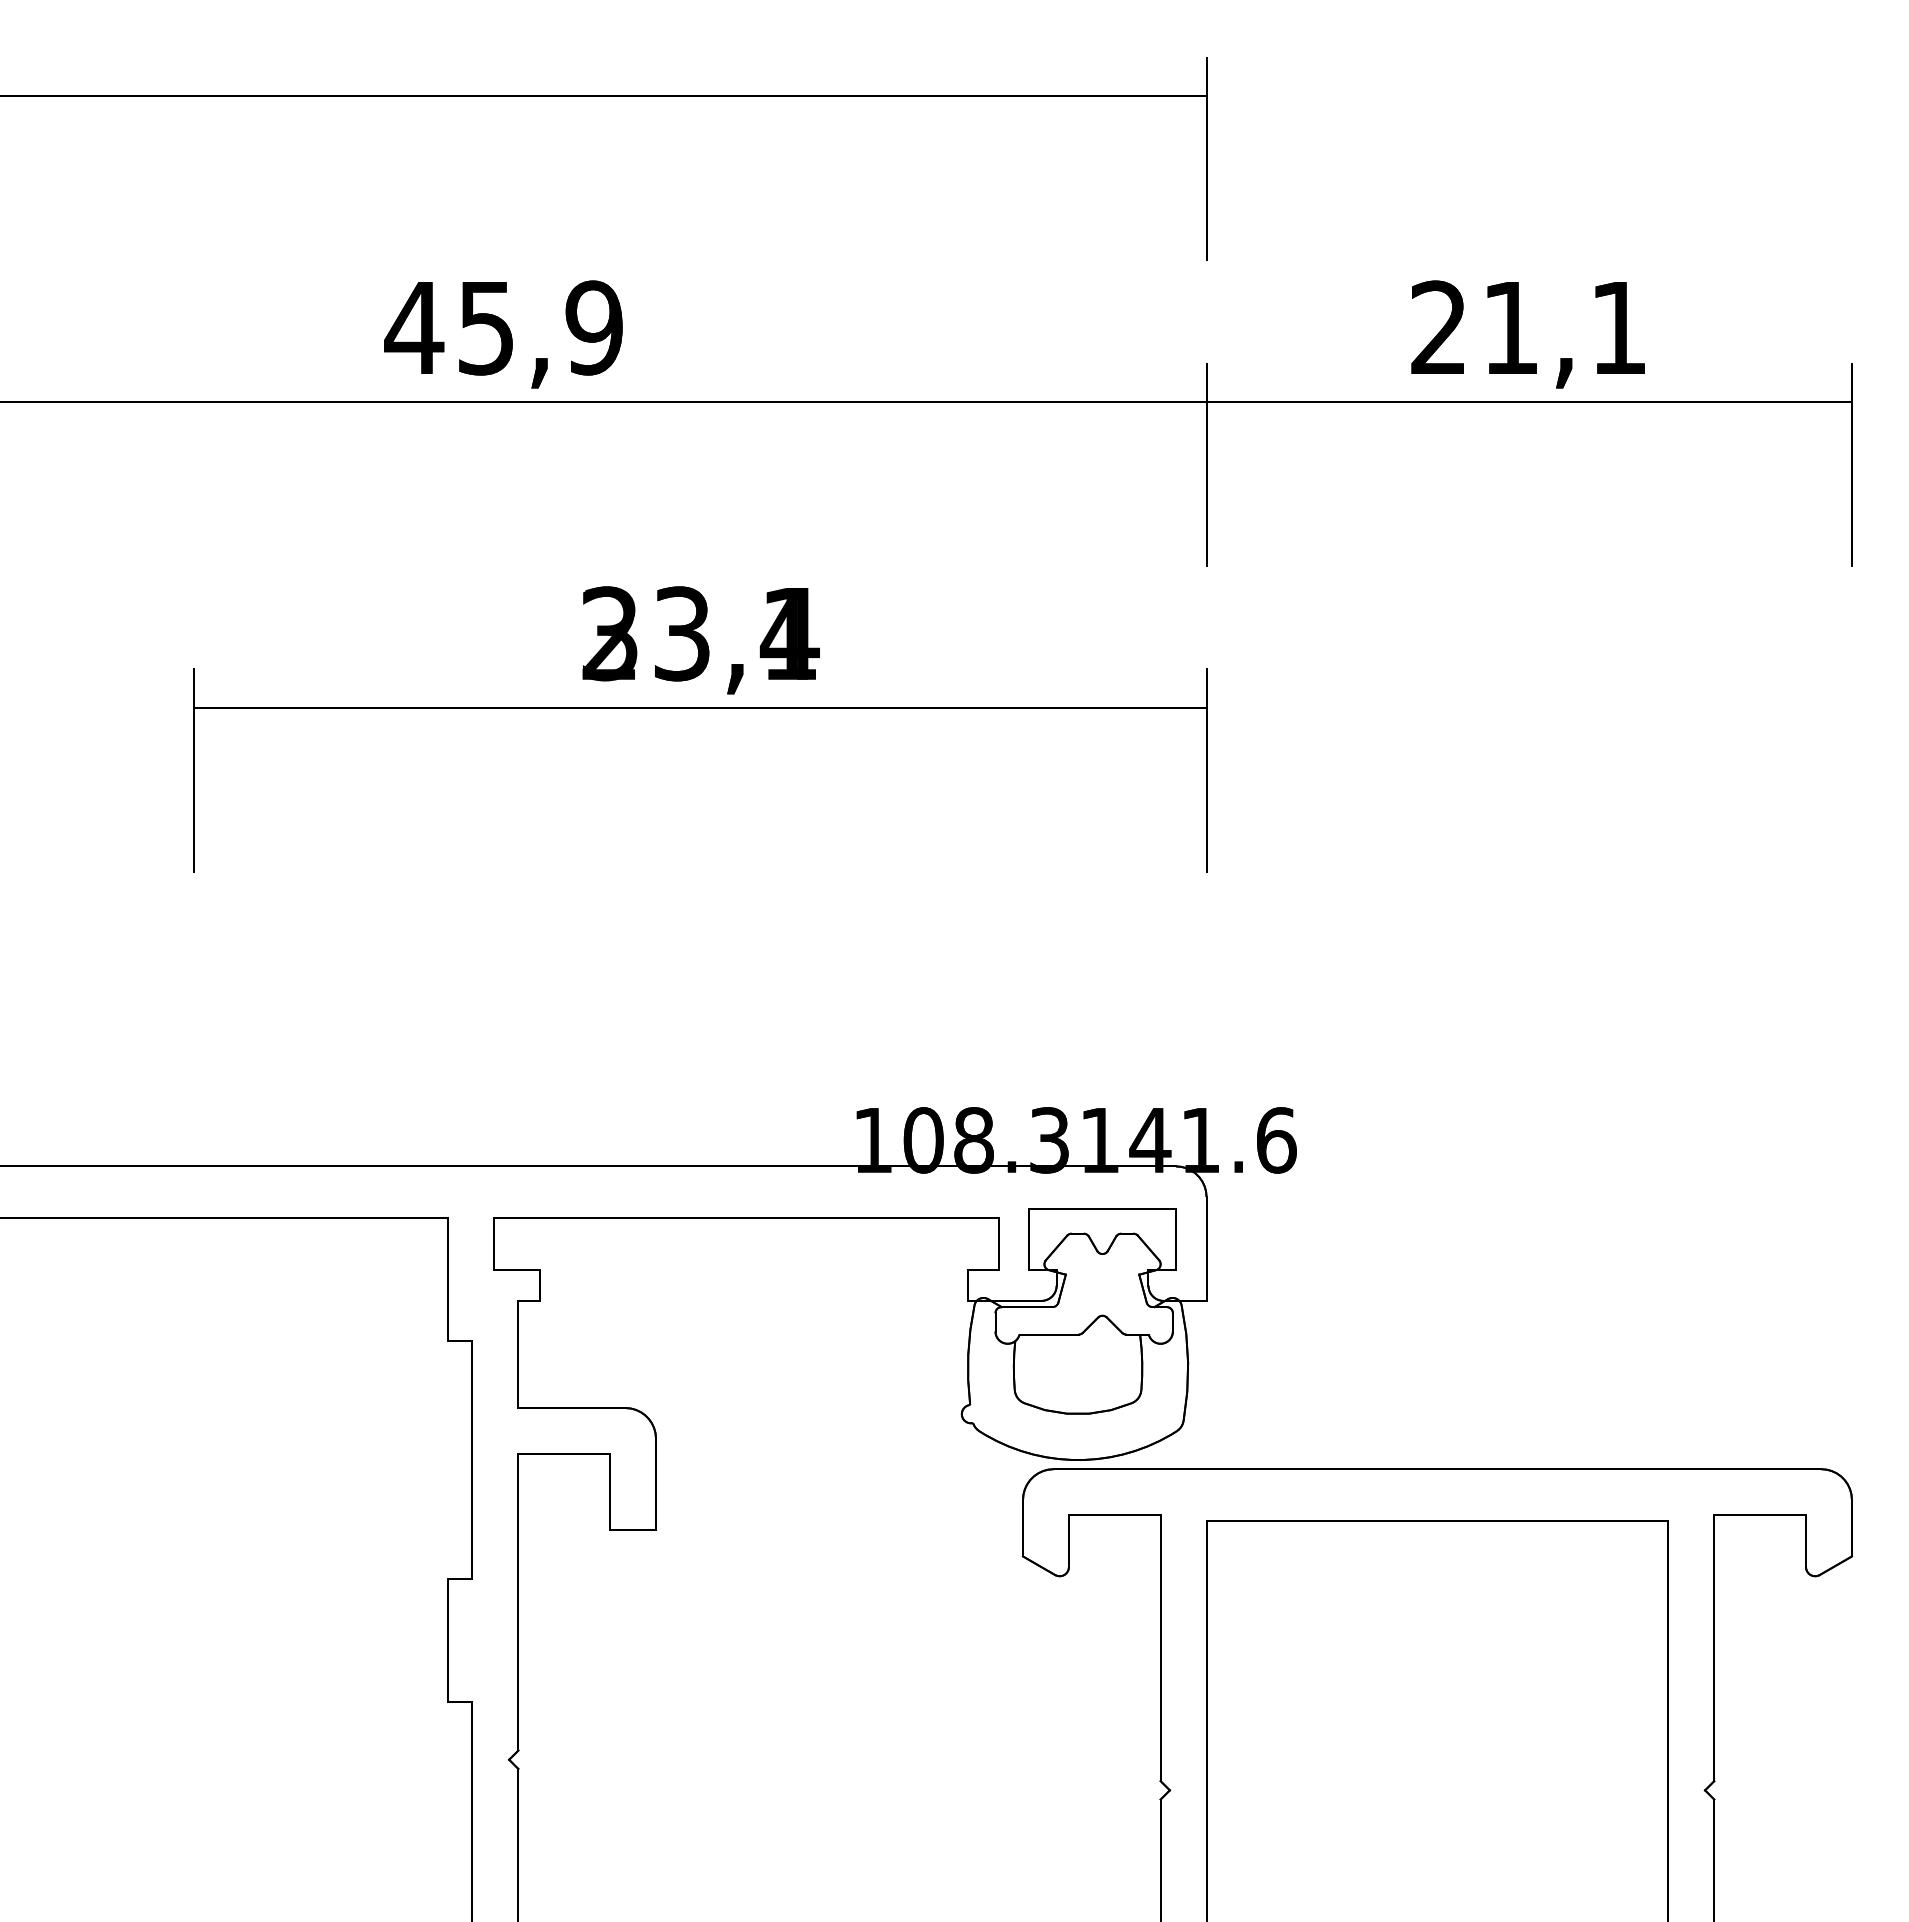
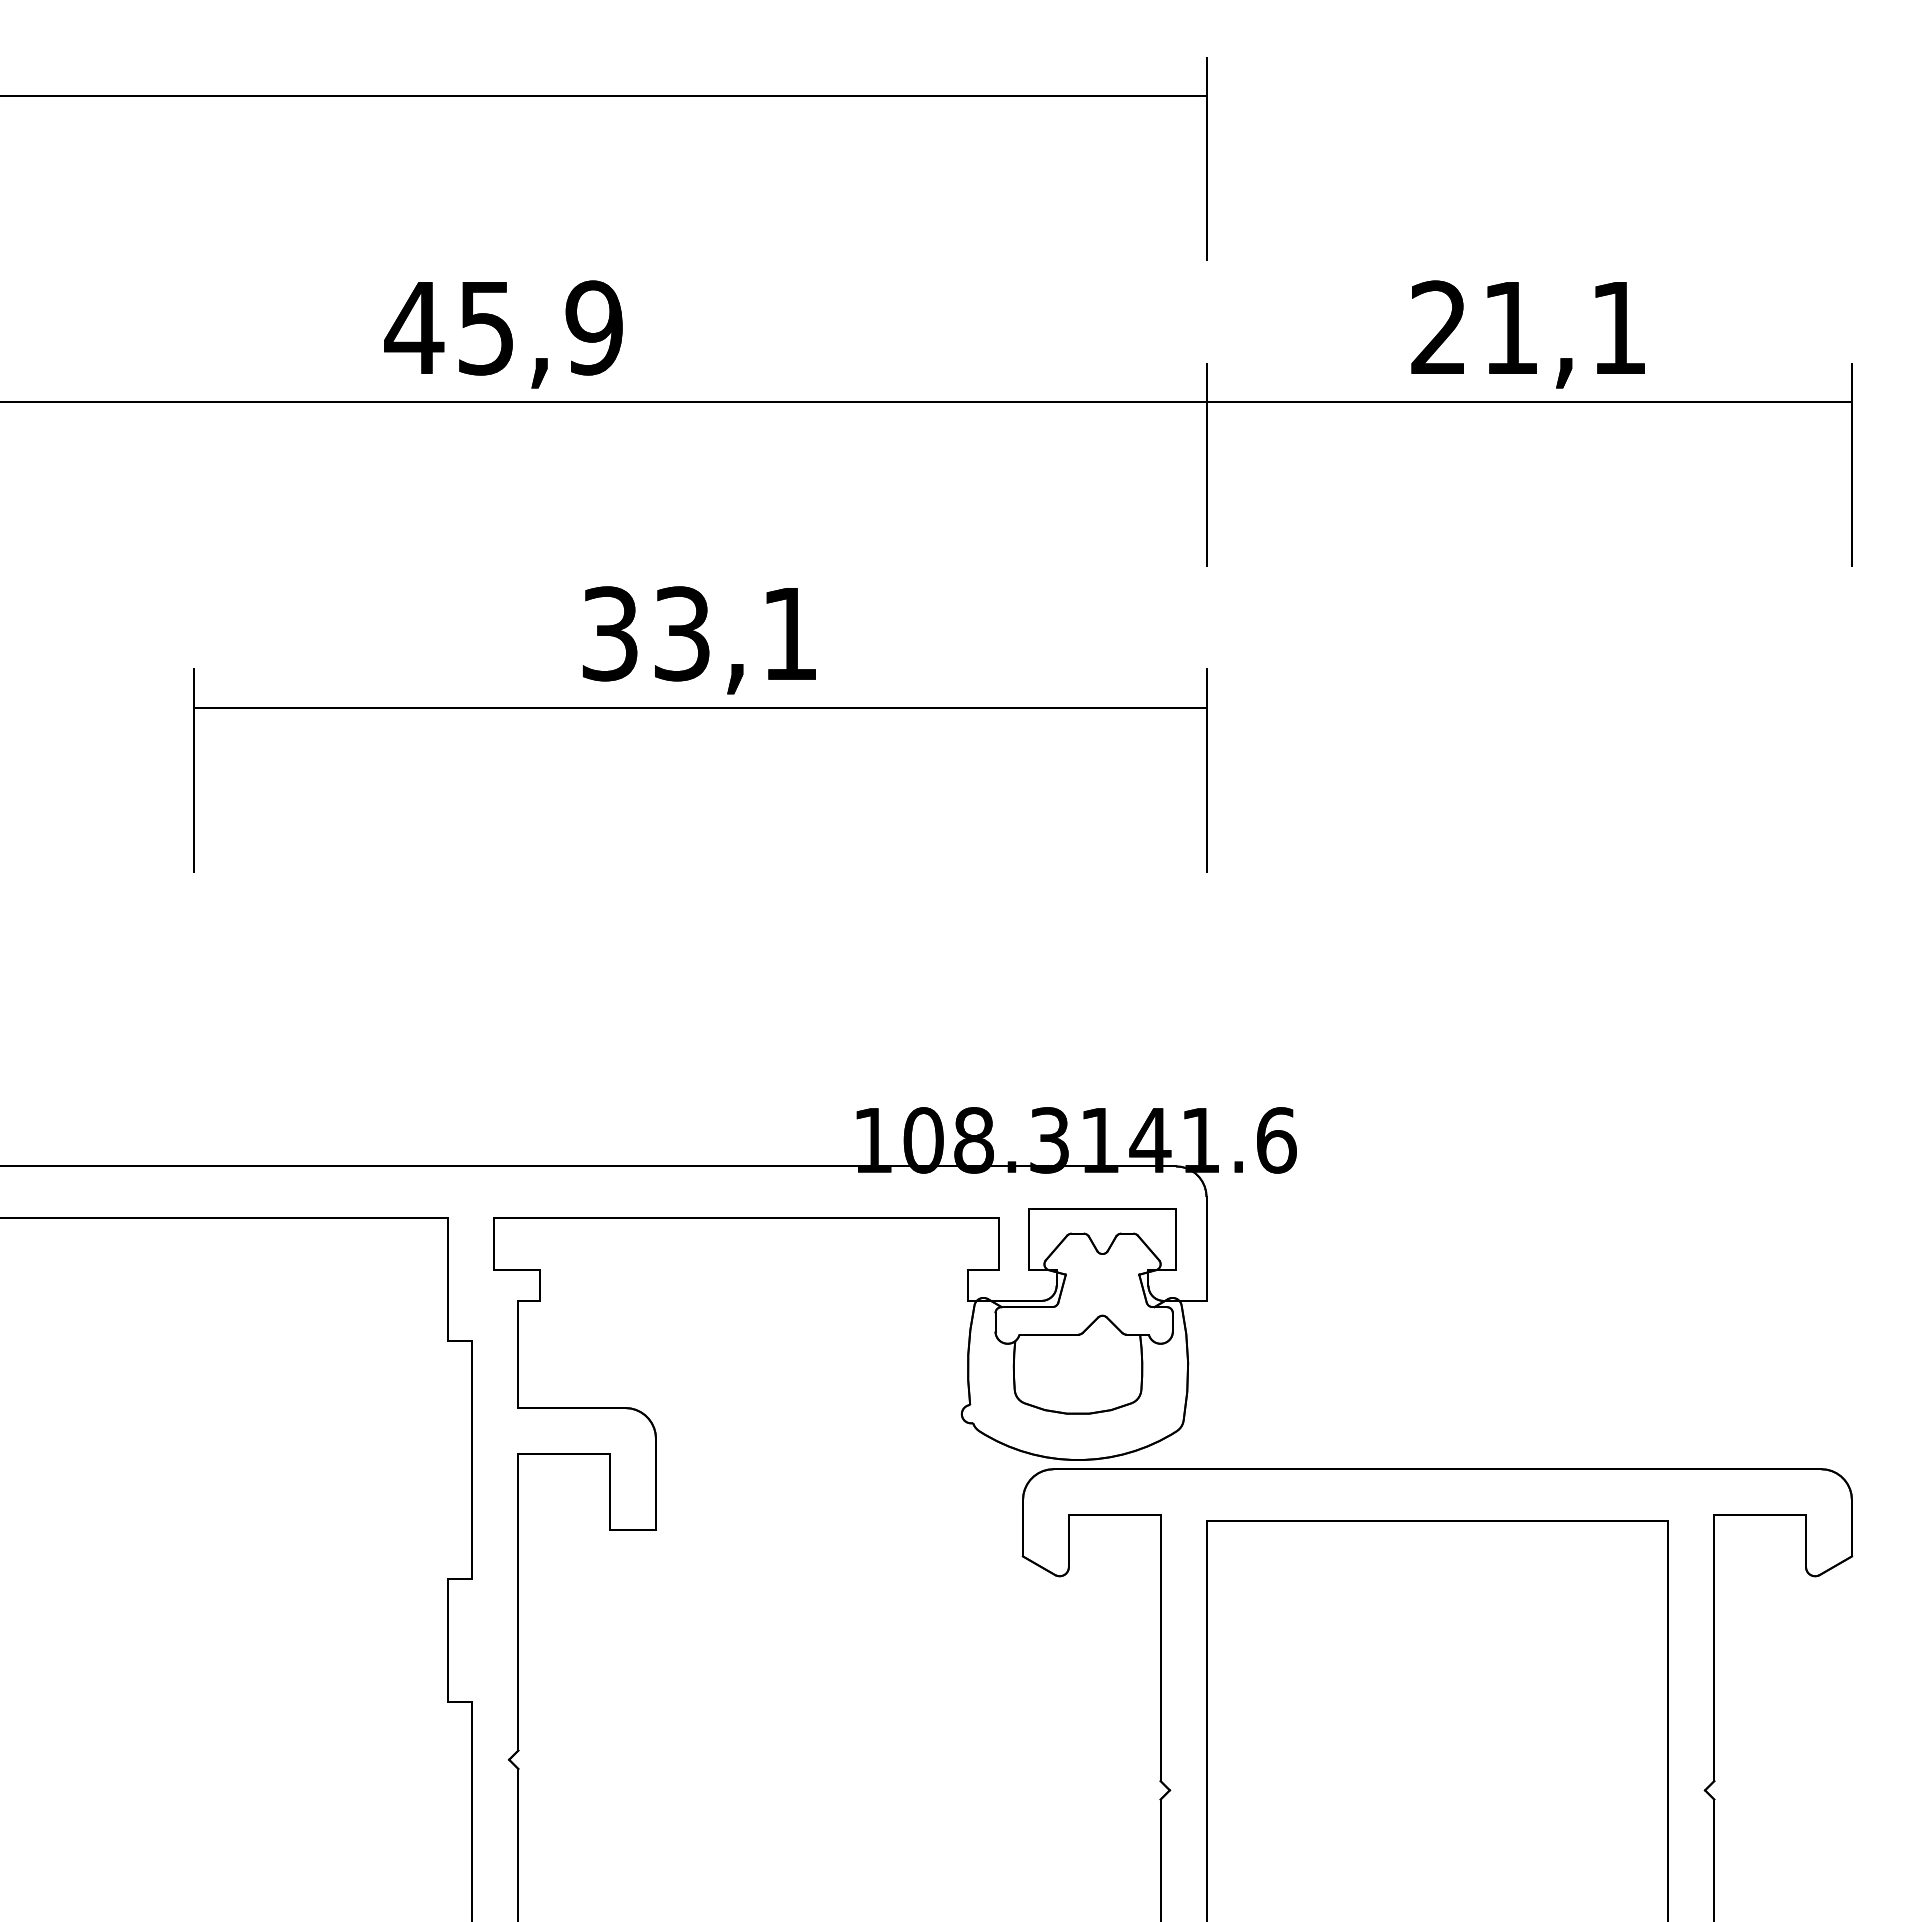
text at (700, 633): 23,4 -> 33,1
